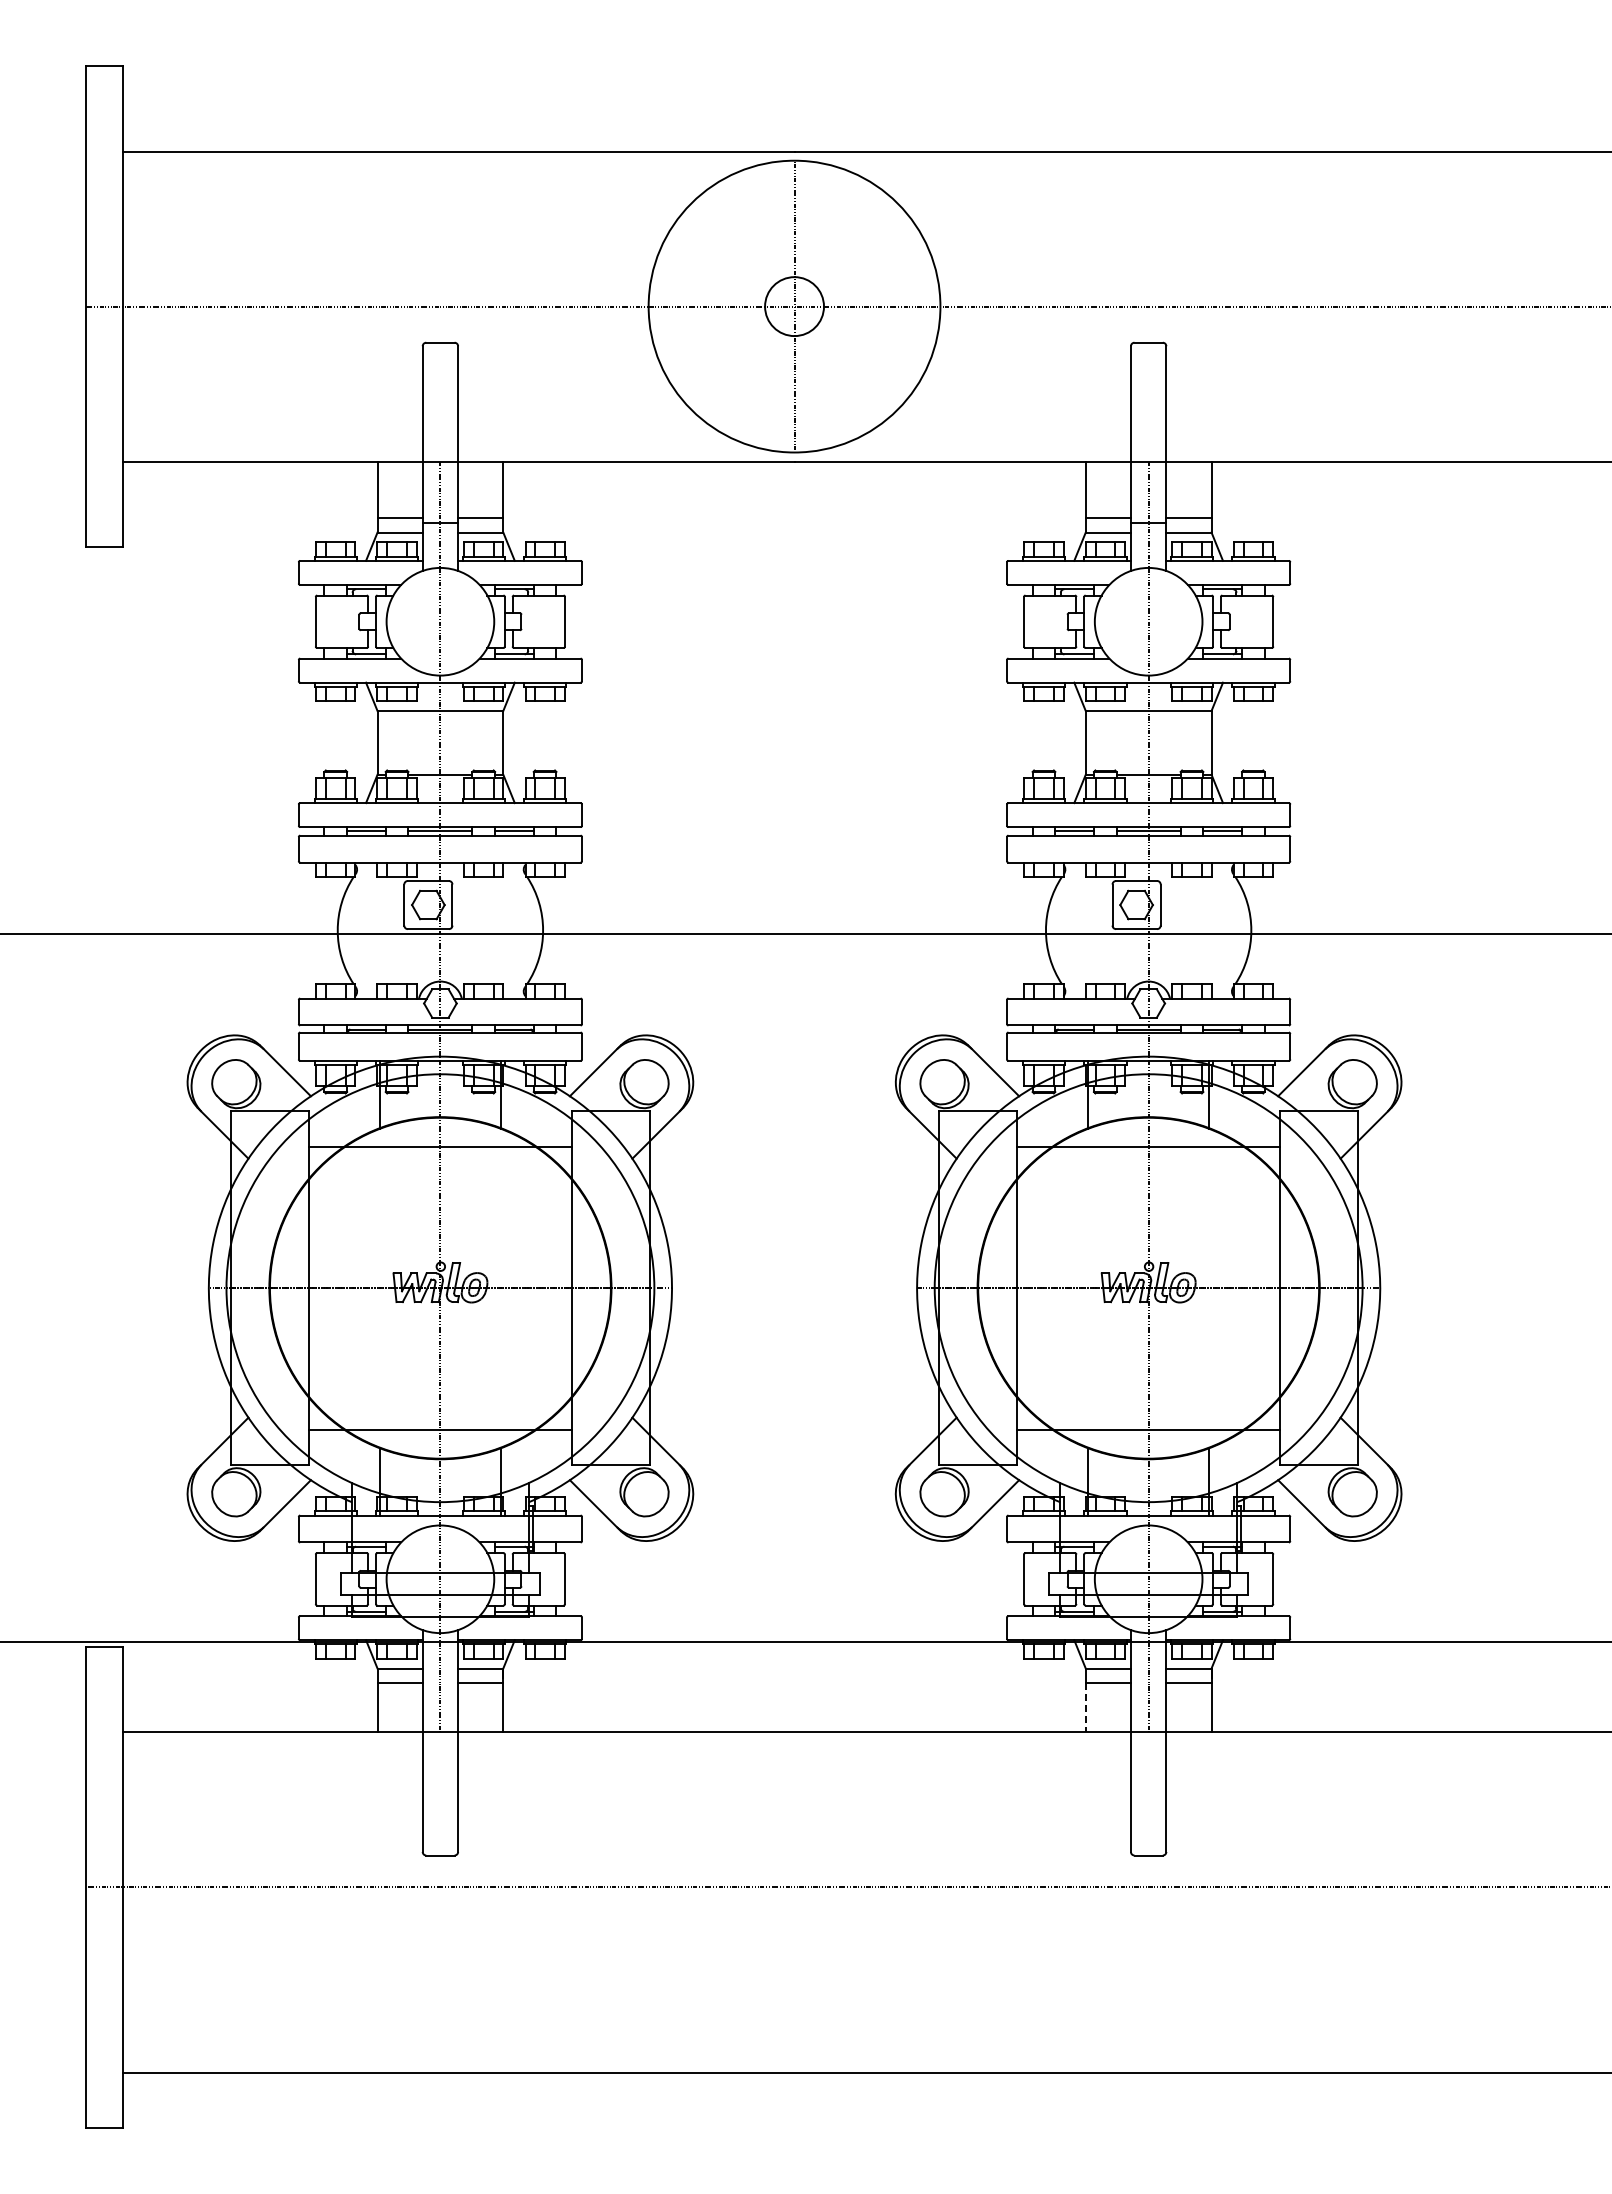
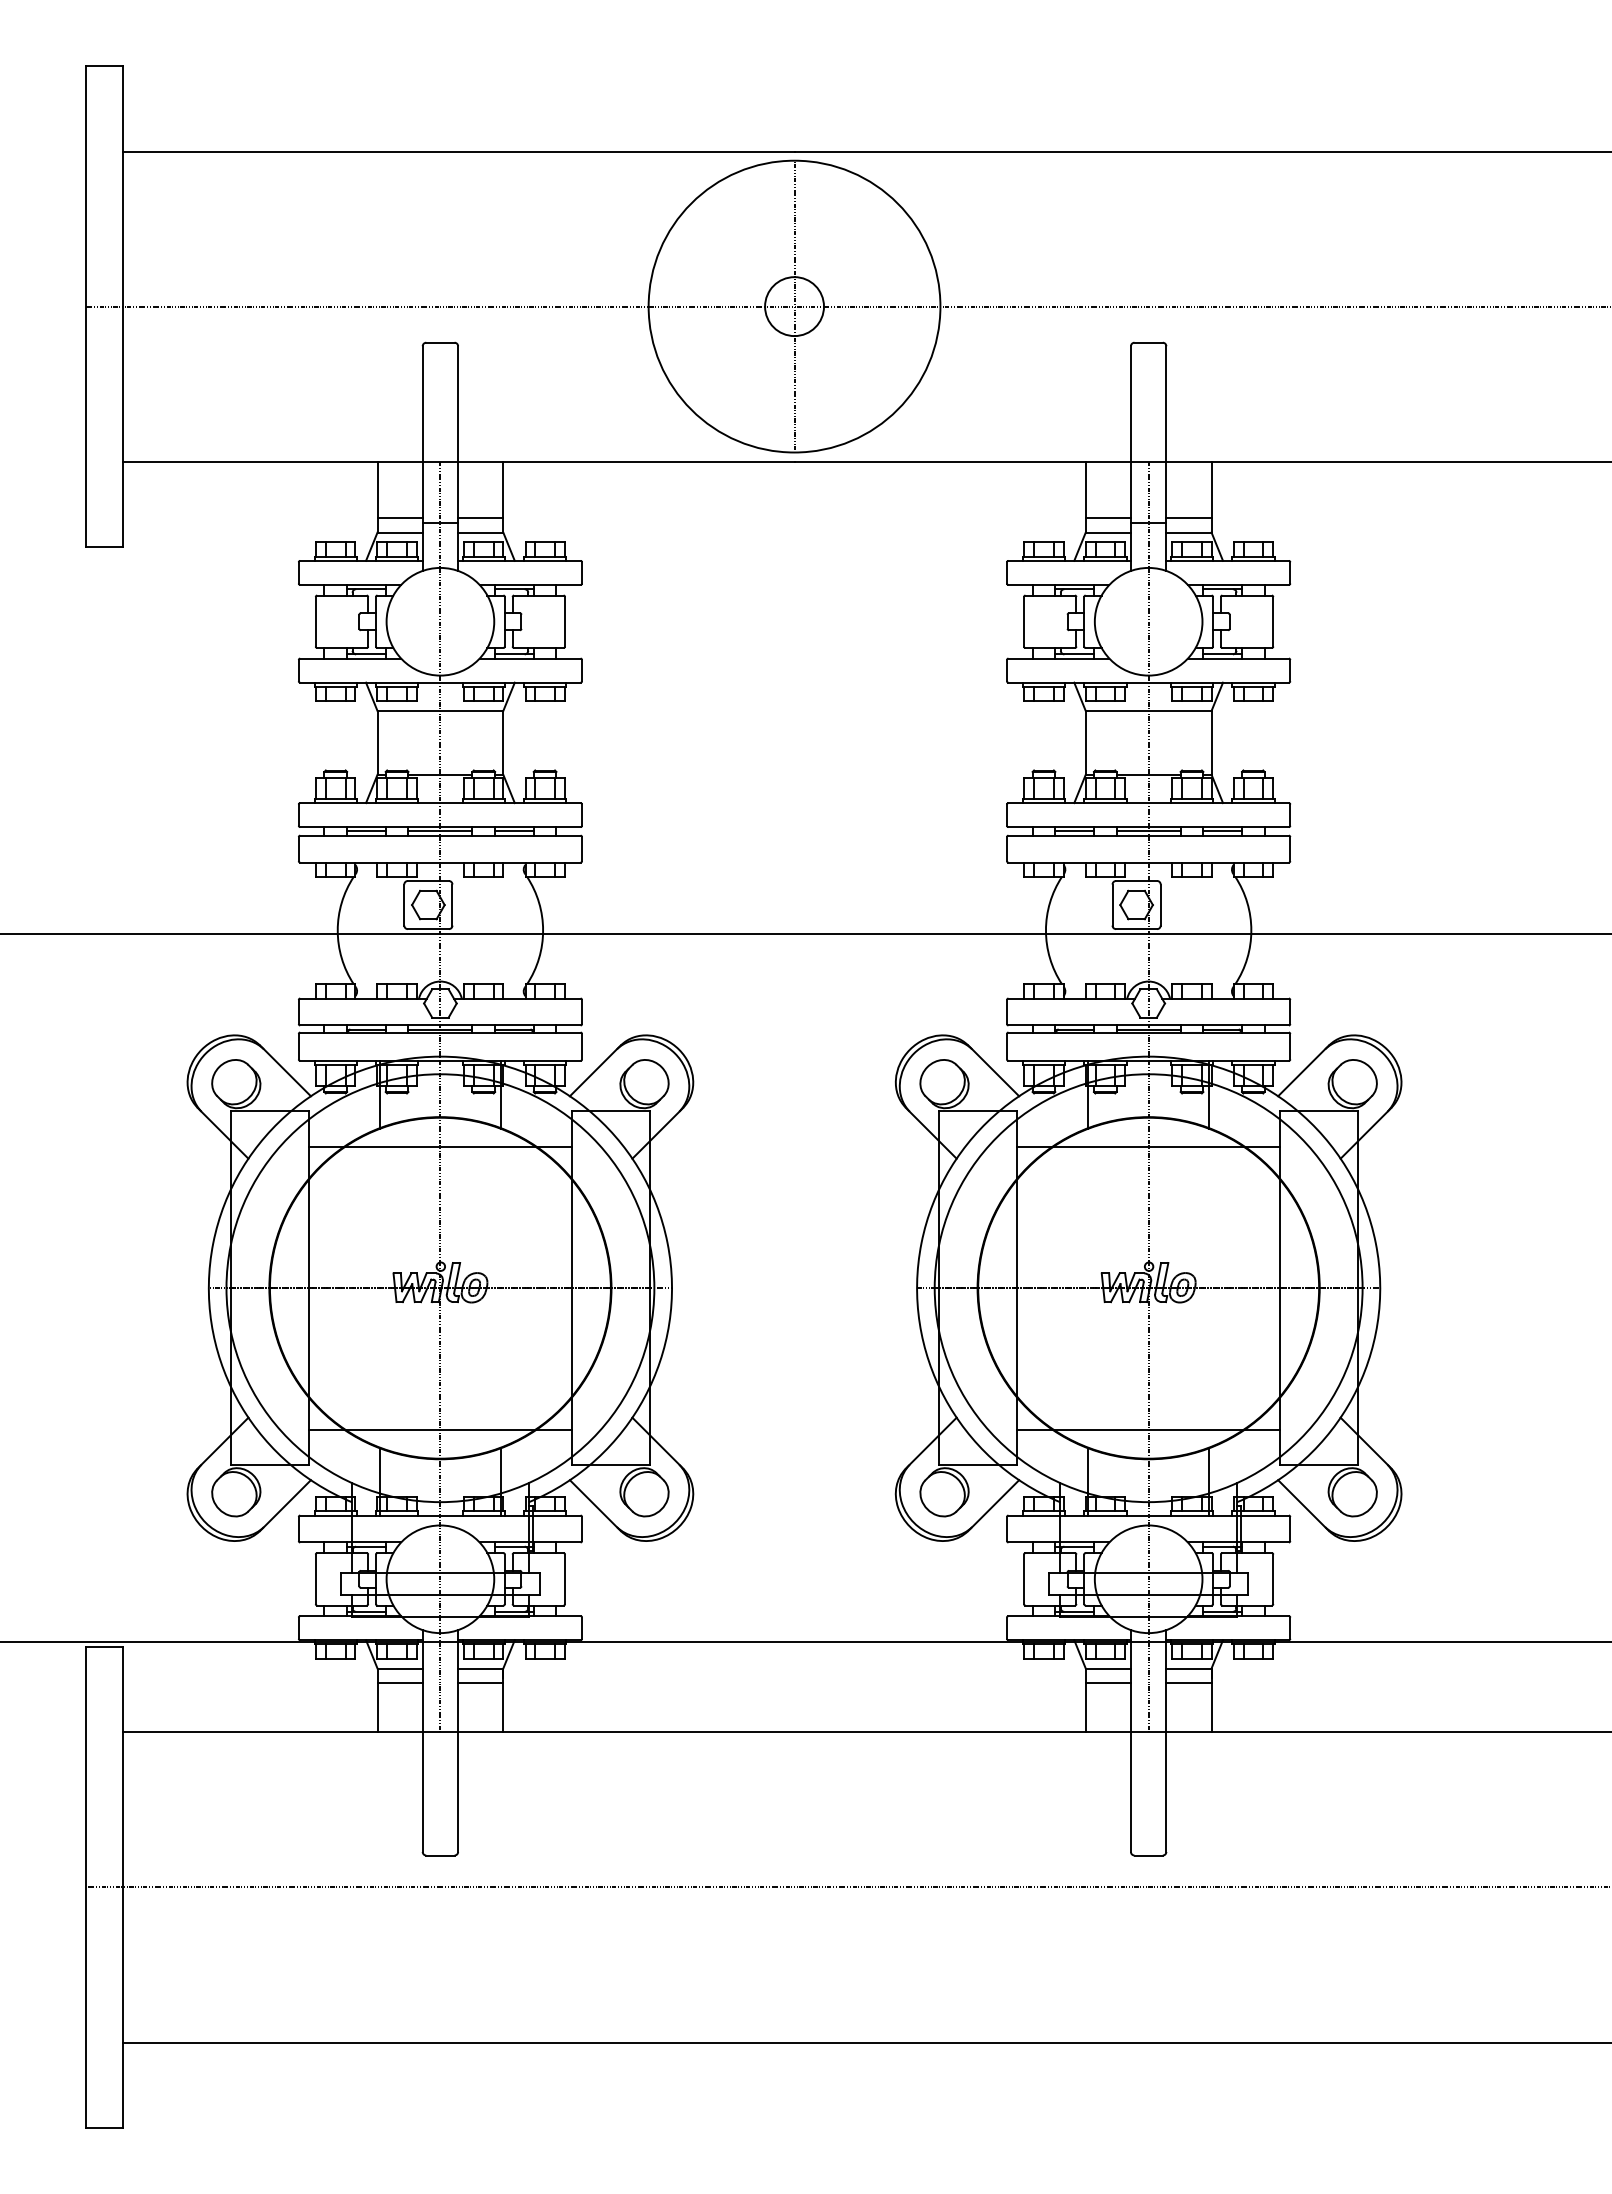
line at (1085, 1707): dashed -> solid
line at (865, 2072) position: (865, 2072) -> (865, 2042)
